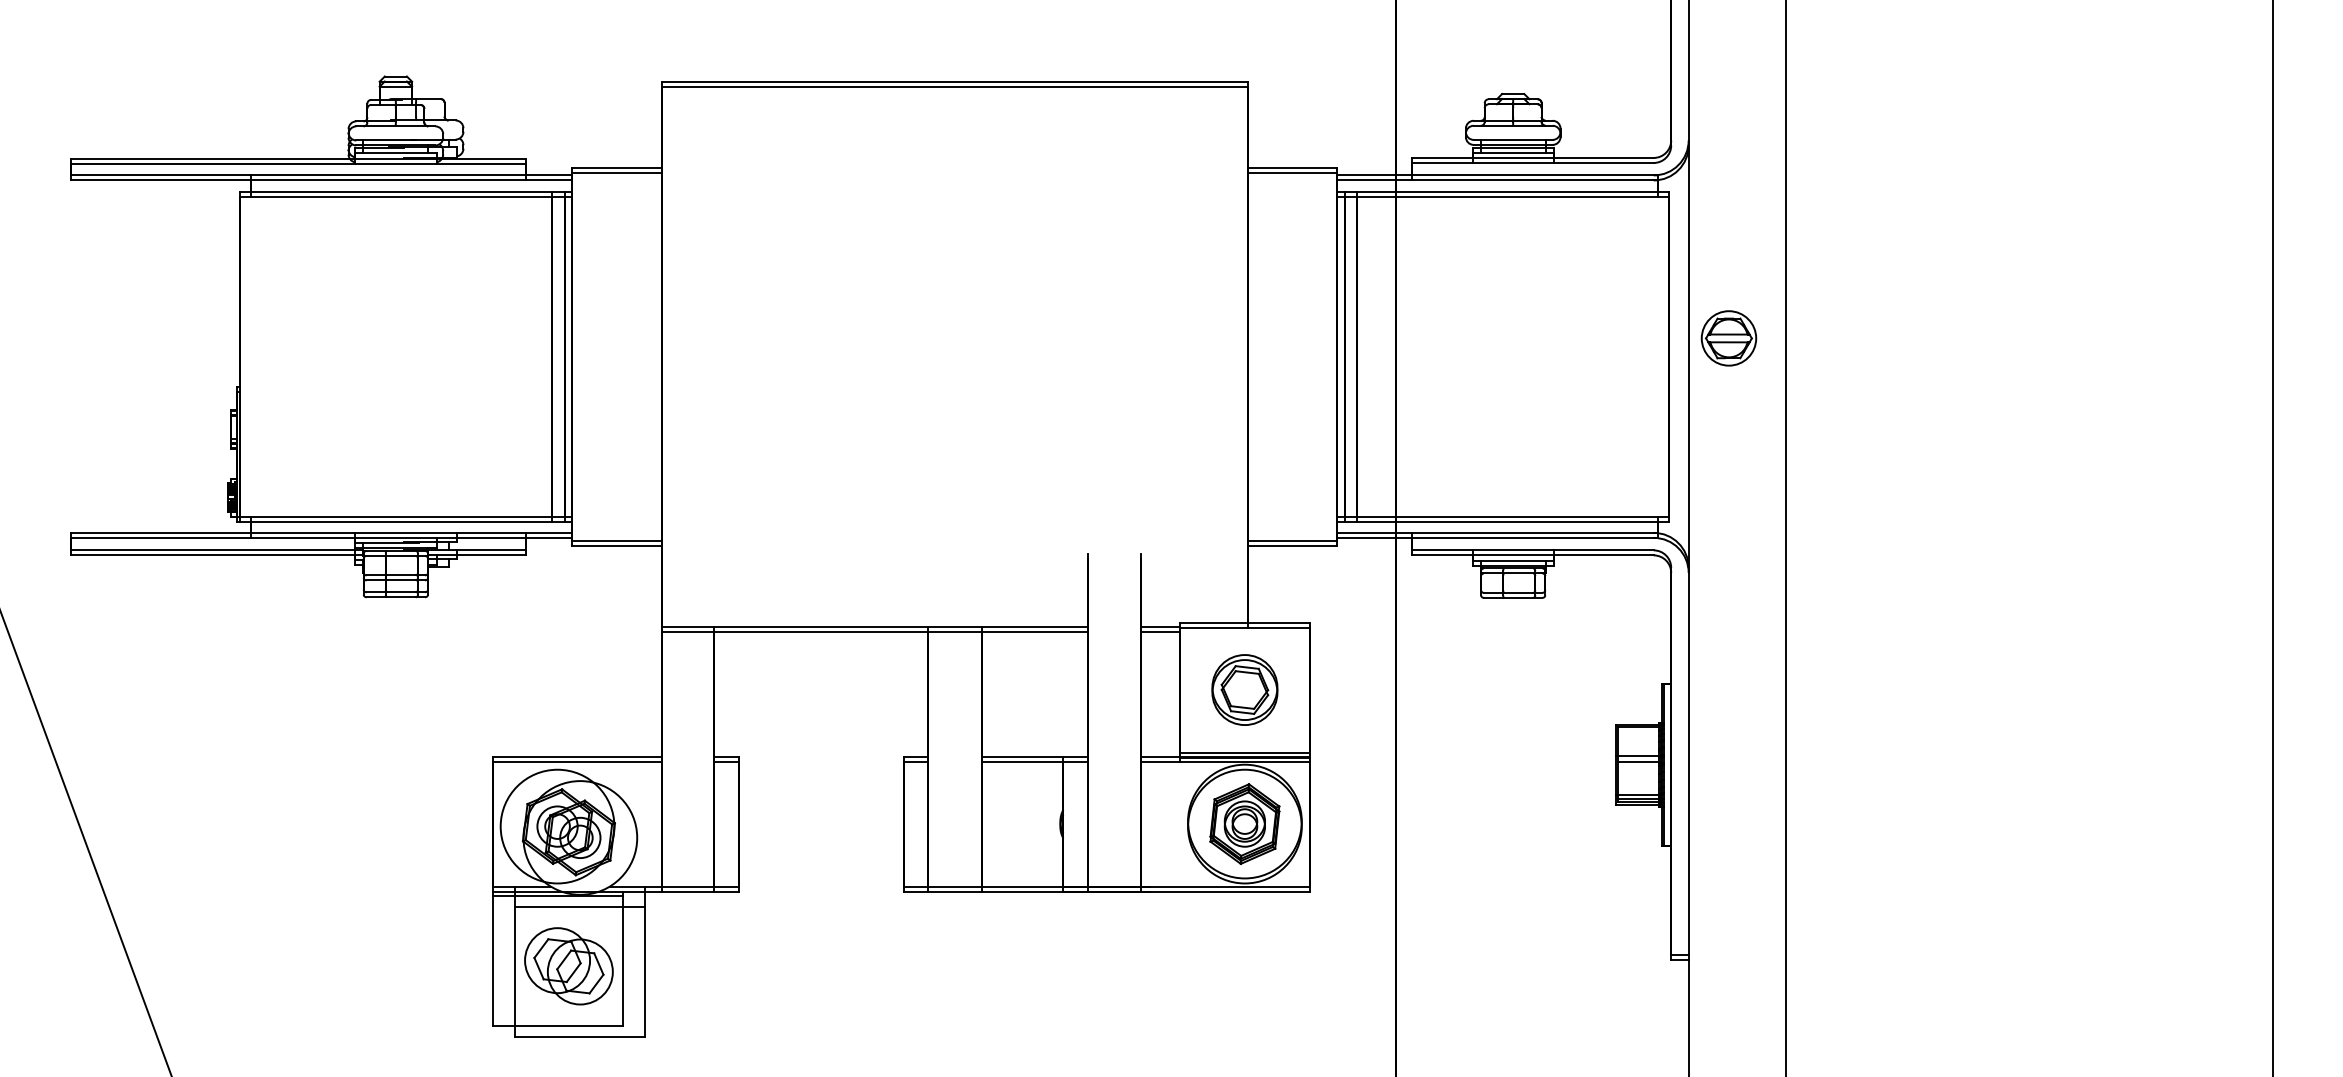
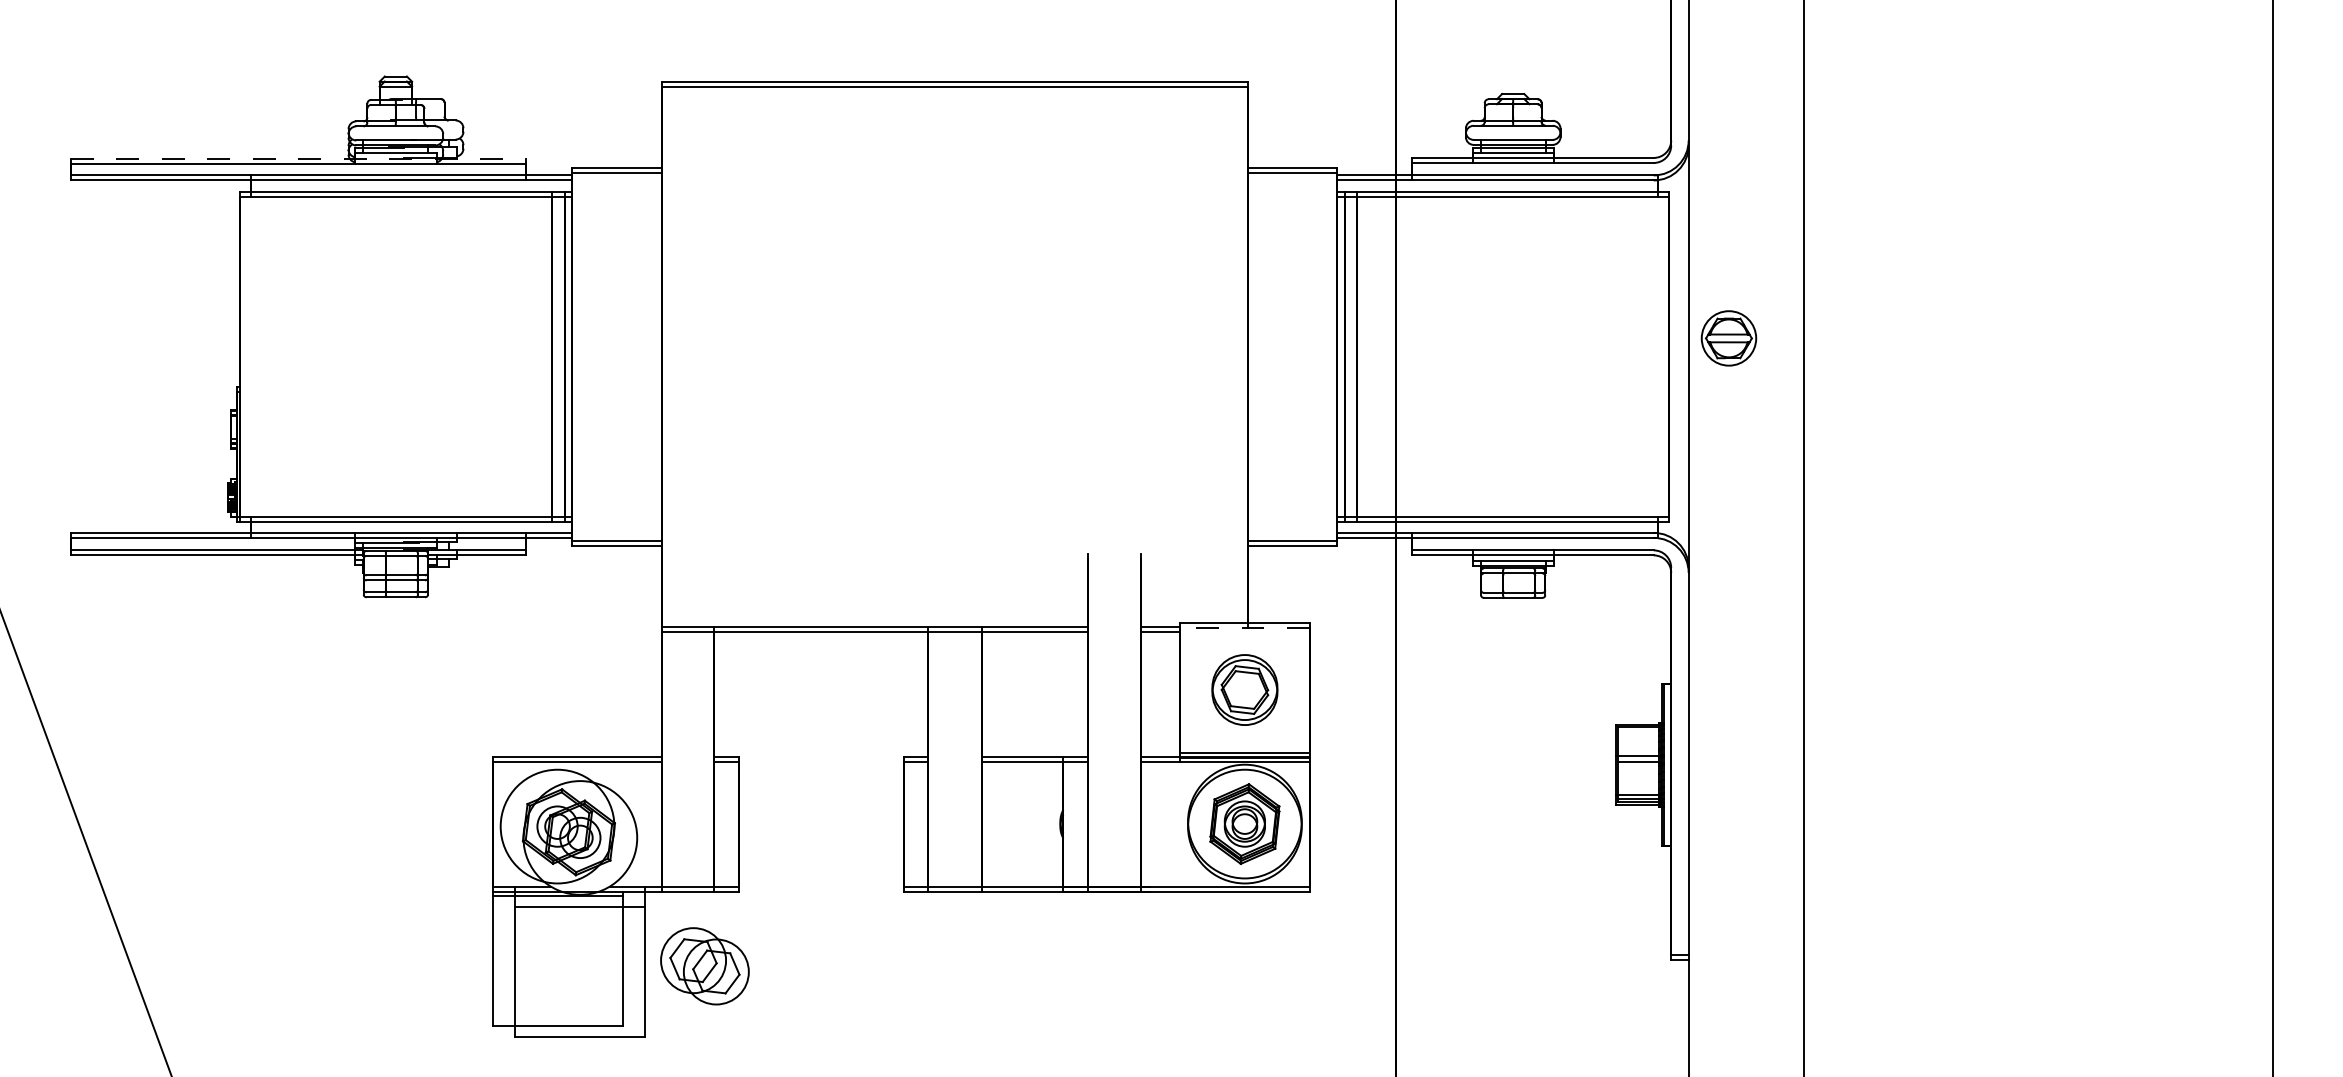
line at (298, 158): solid -> dashed
line at (1786, 537) position: (1786, 537) -> (1804, 537)
line at (1244, 627): solid -> dashed
part at (568, 966) position: (568, 966) -> (704, 966)
